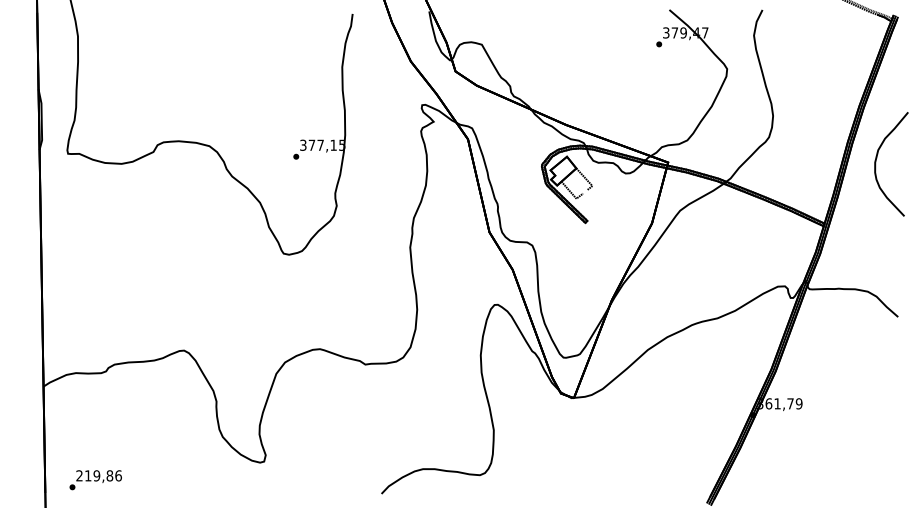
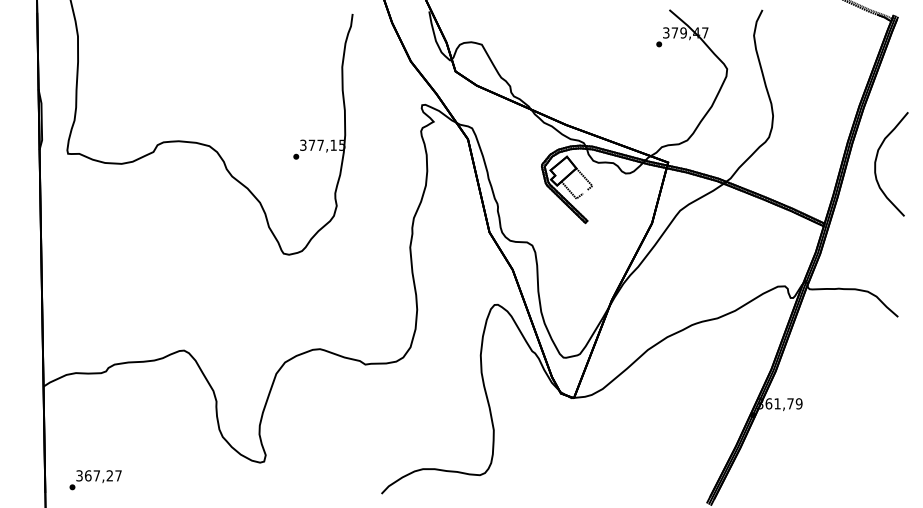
text at (98, 475): 219,86 -> 367,27
